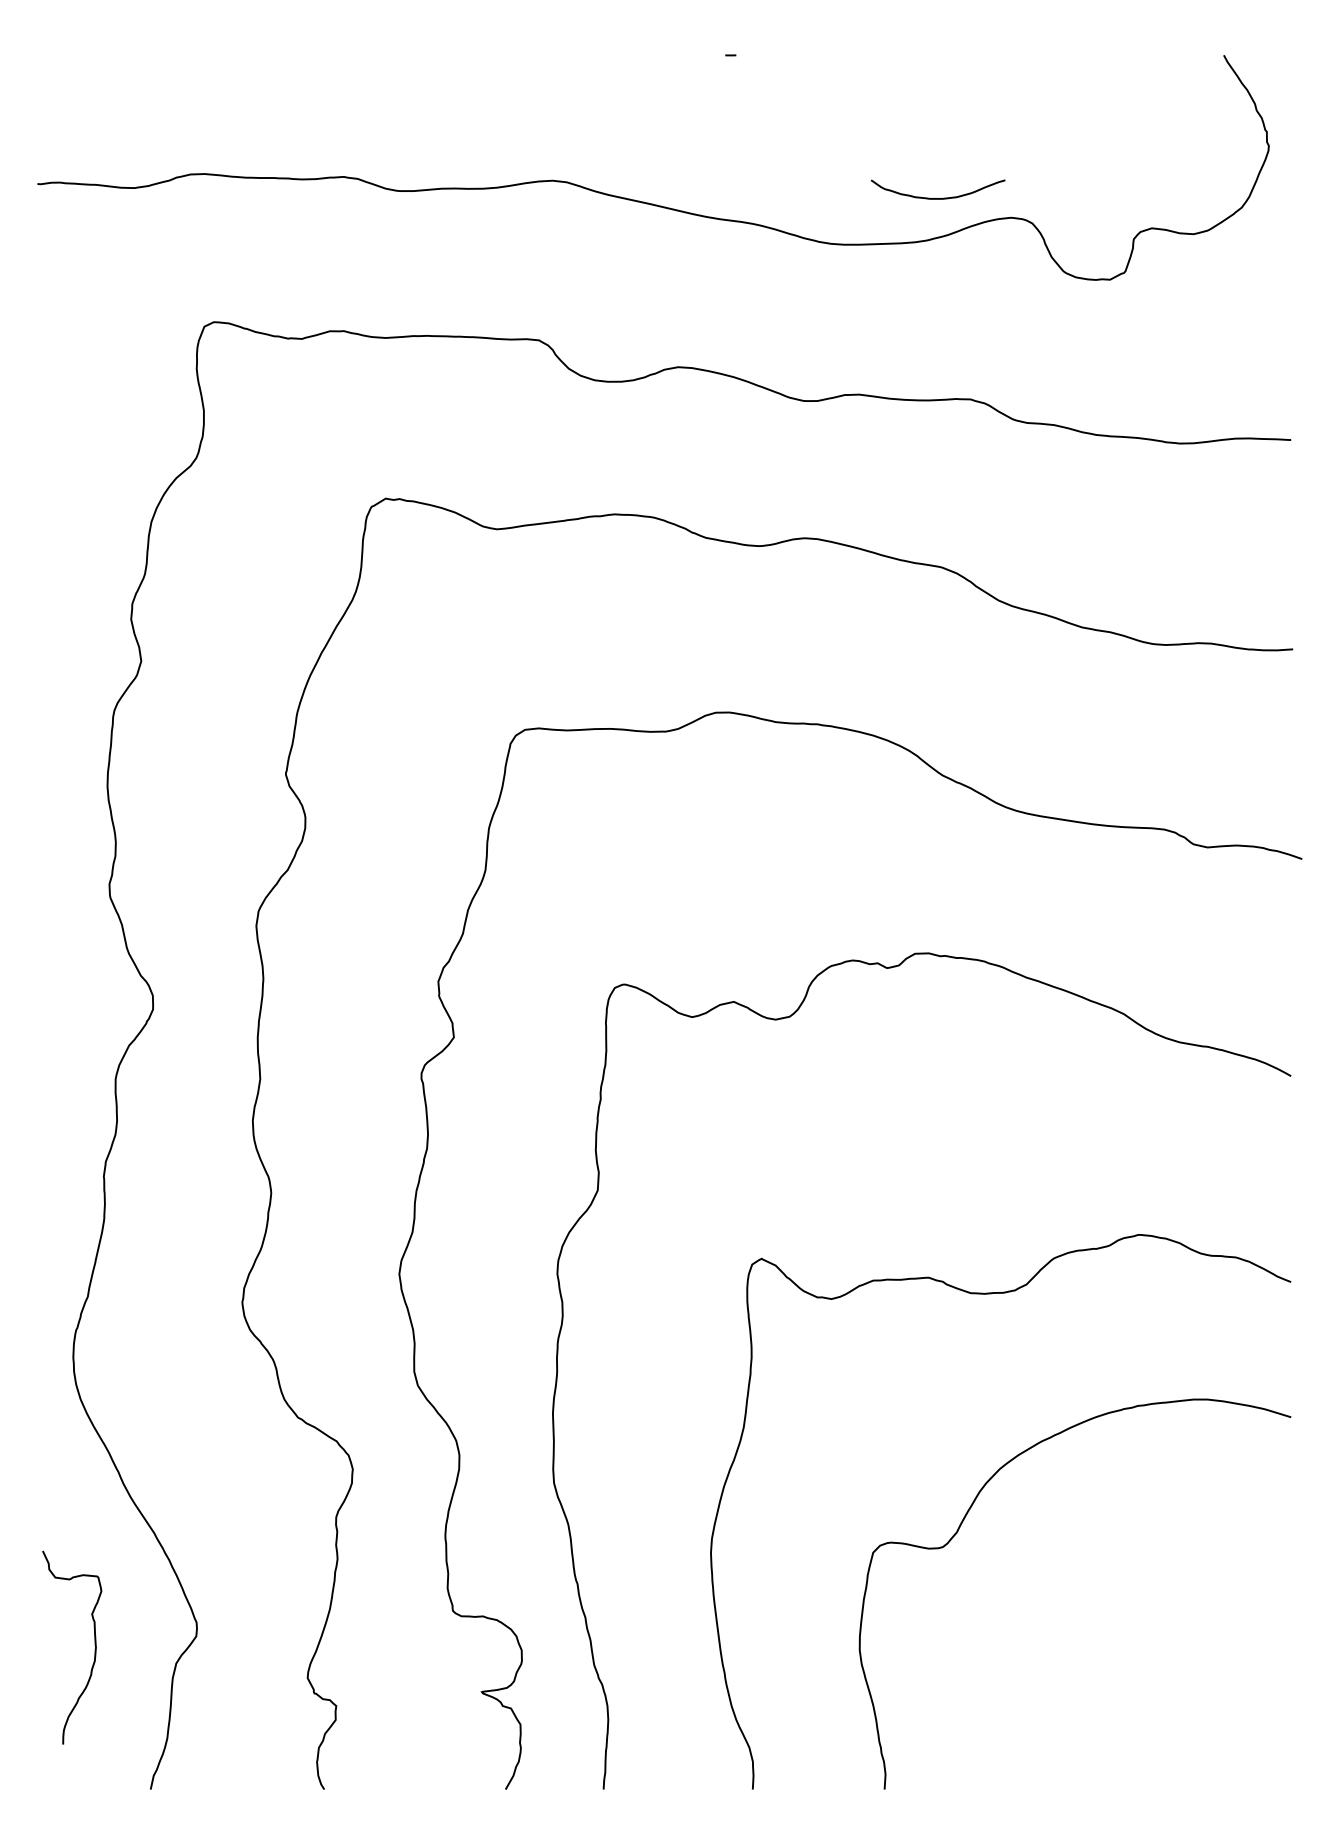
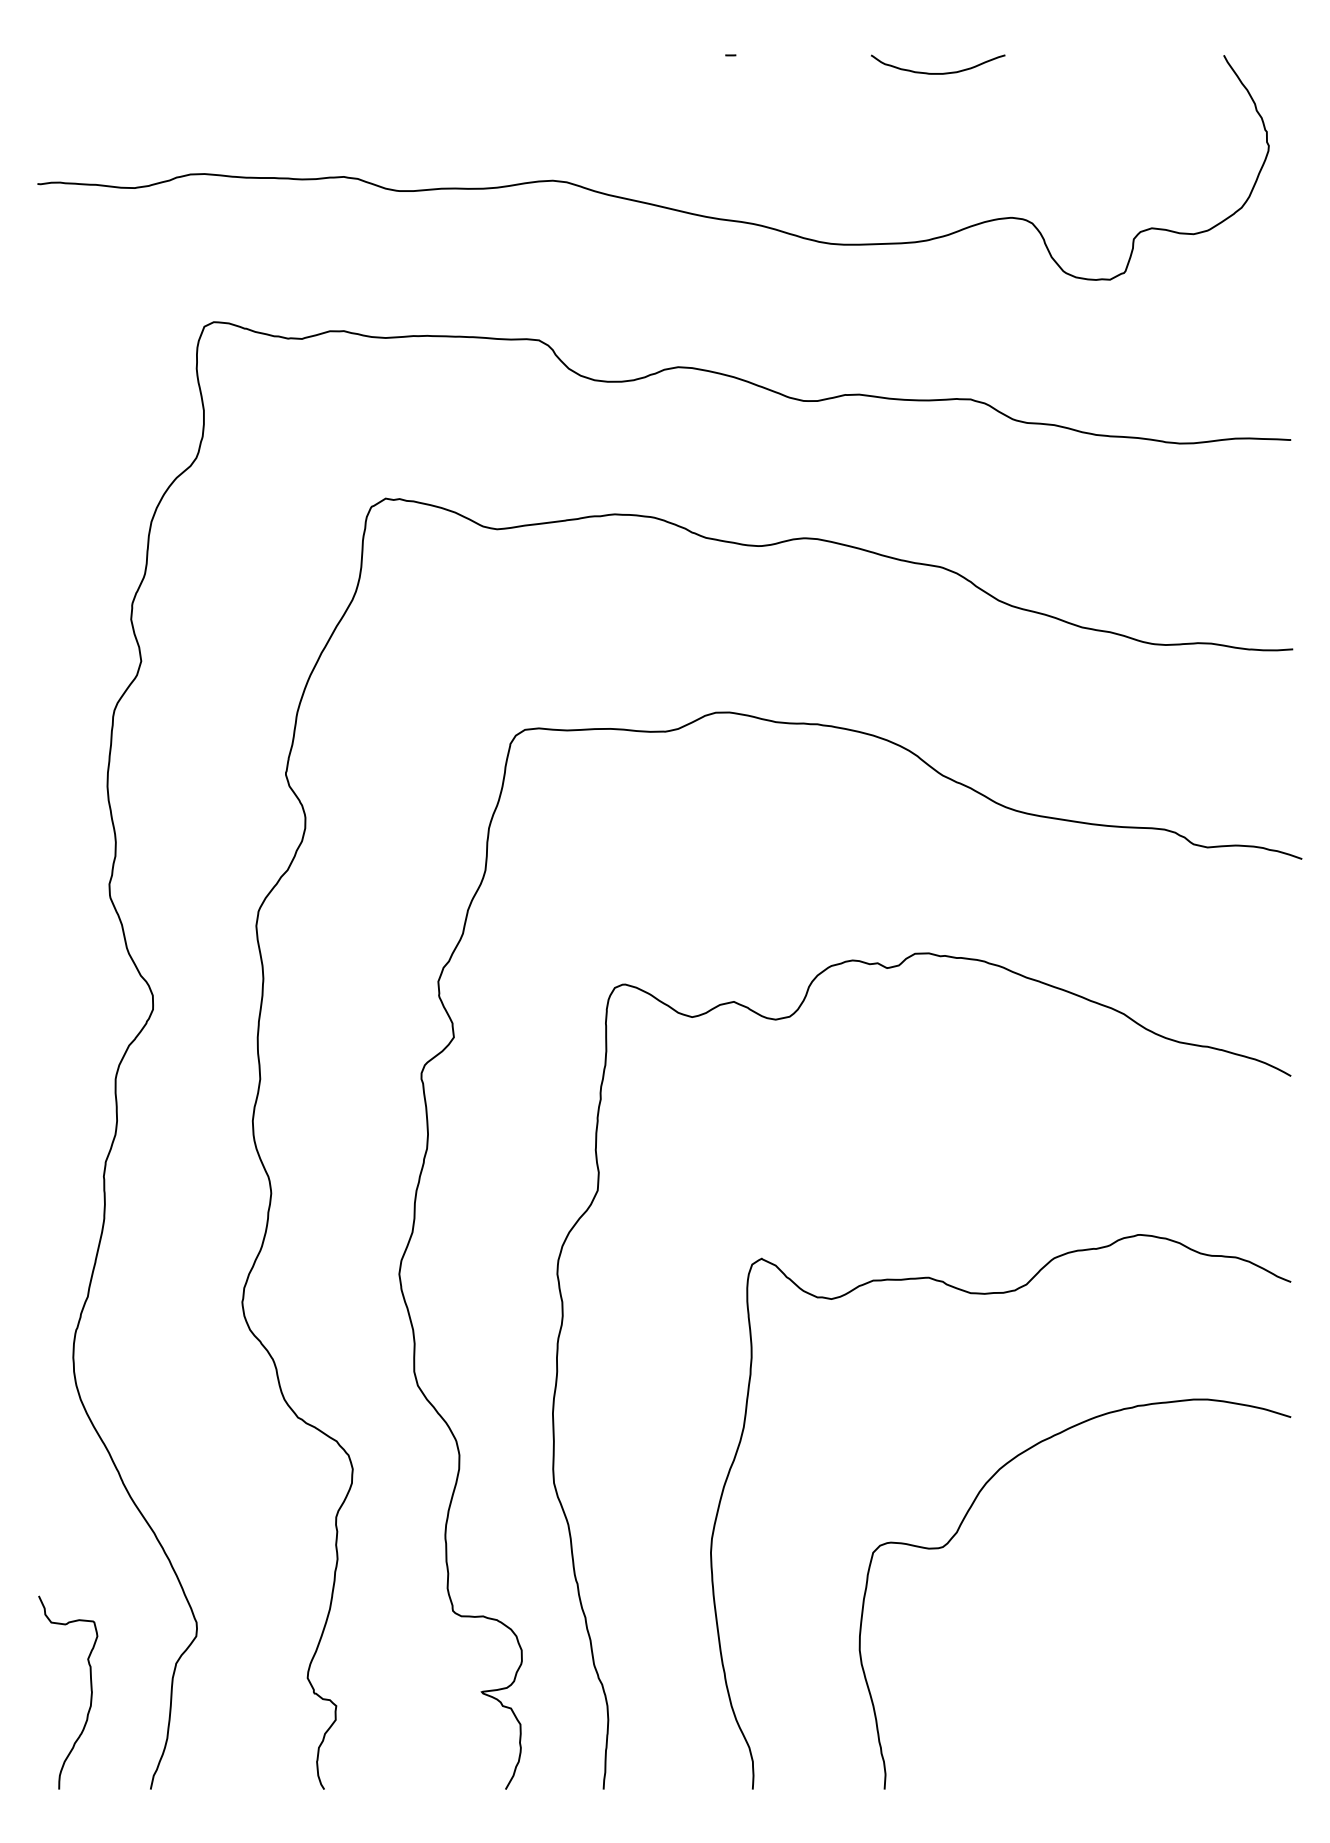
curve at (938, 198) position: (938, 198) -> (938, 73)
curve at (94, 1645) position: (94, 1645) -> (90, 1690)
